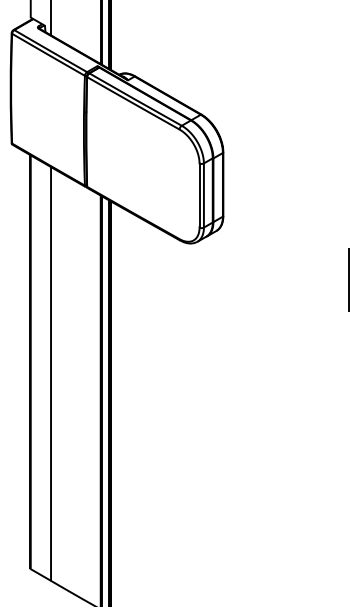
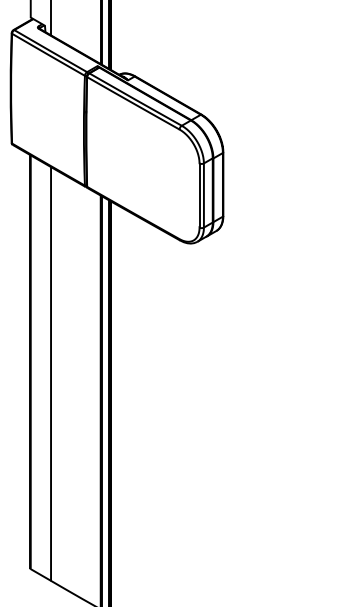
line at (348, 279): present -> none
